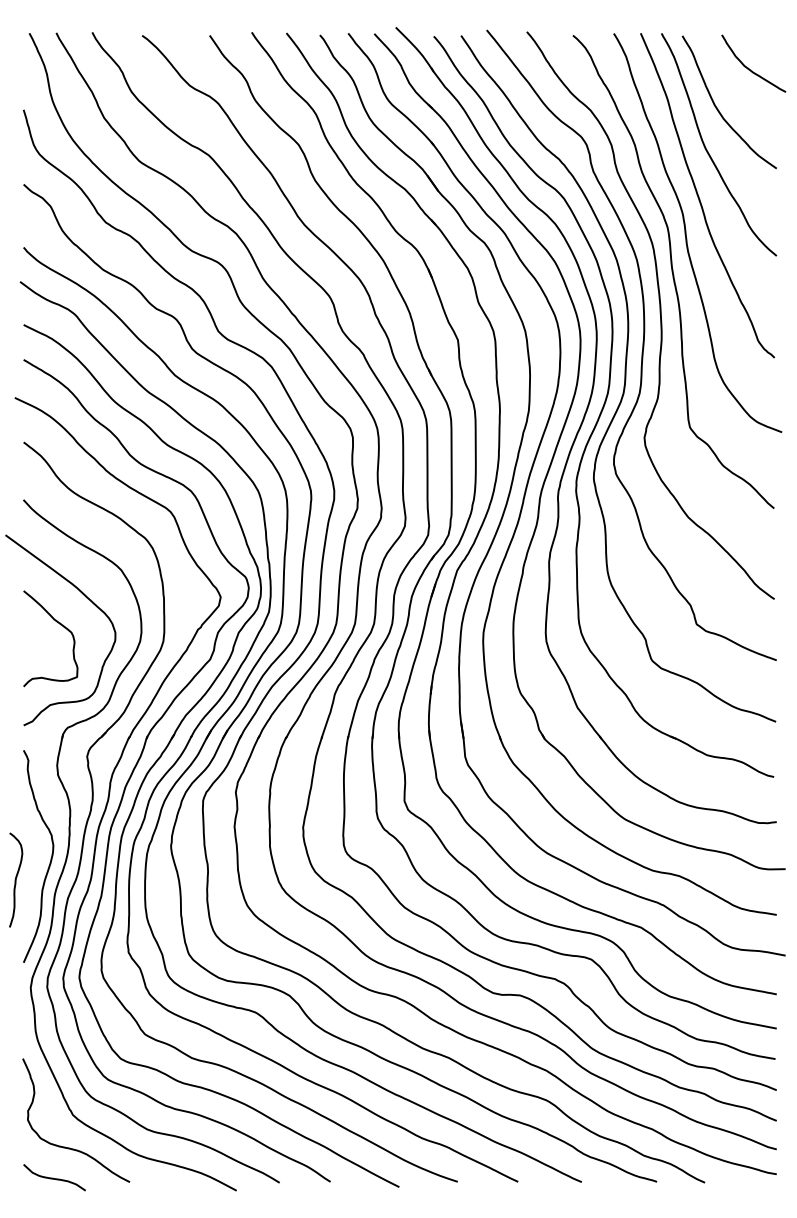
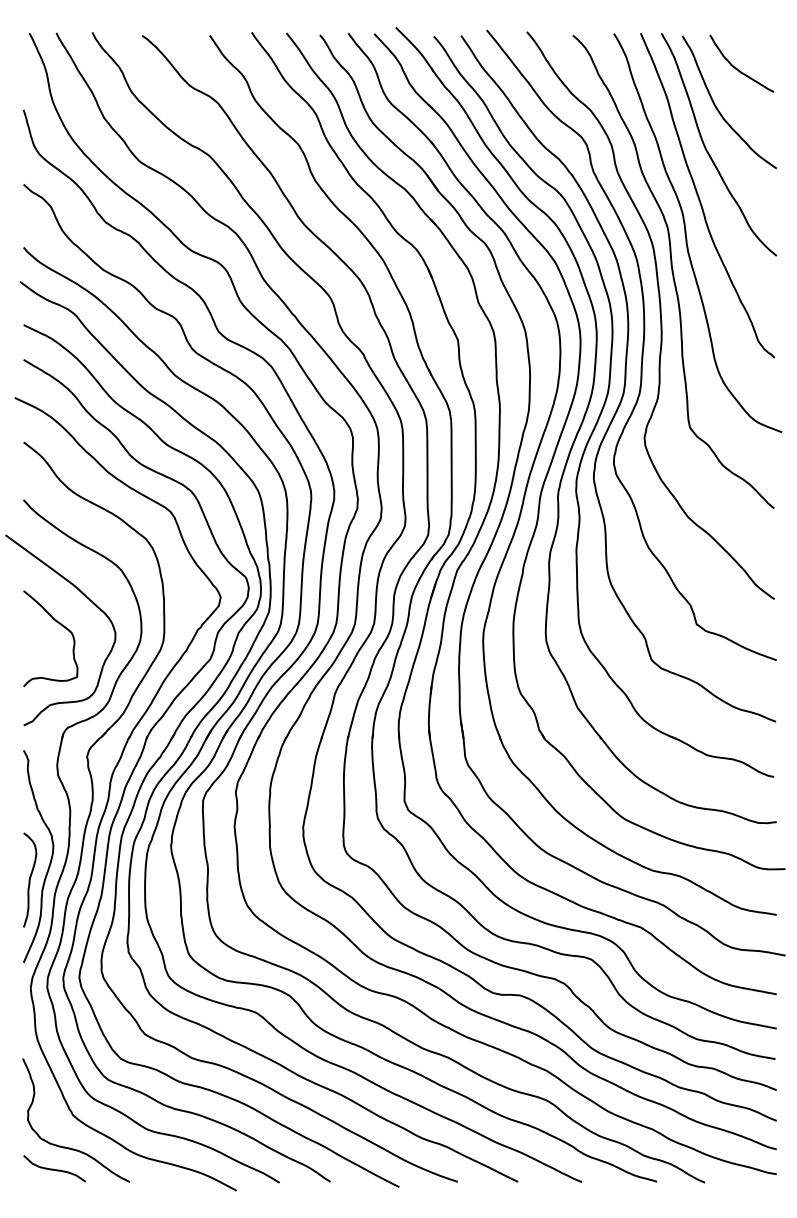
curve at (748, 67) position: (748, 67) -> (736, 67)
curve at (16, 879) position: (16, 879) -> (30, 879)
curve at (53, 1177) position: (53, 1177) -> (53, 1168)
